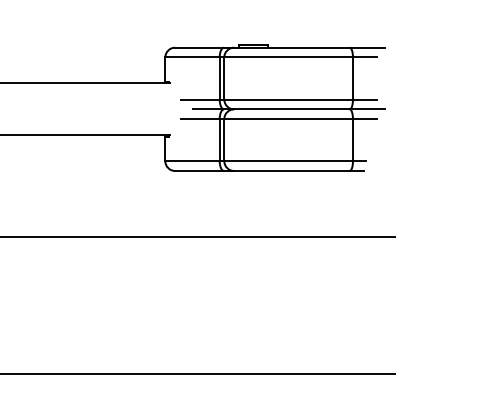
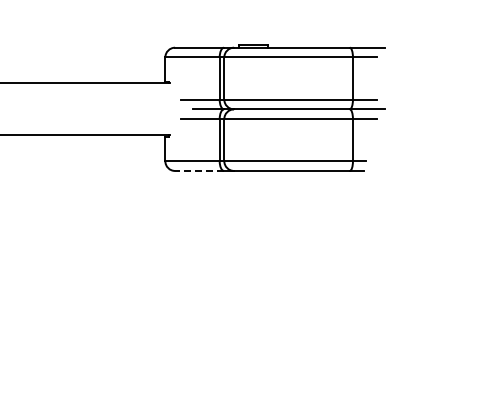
line at (199, 170): solid -> dashed
line at (198, 237): present -> none
line at (198, 373): present -> none
